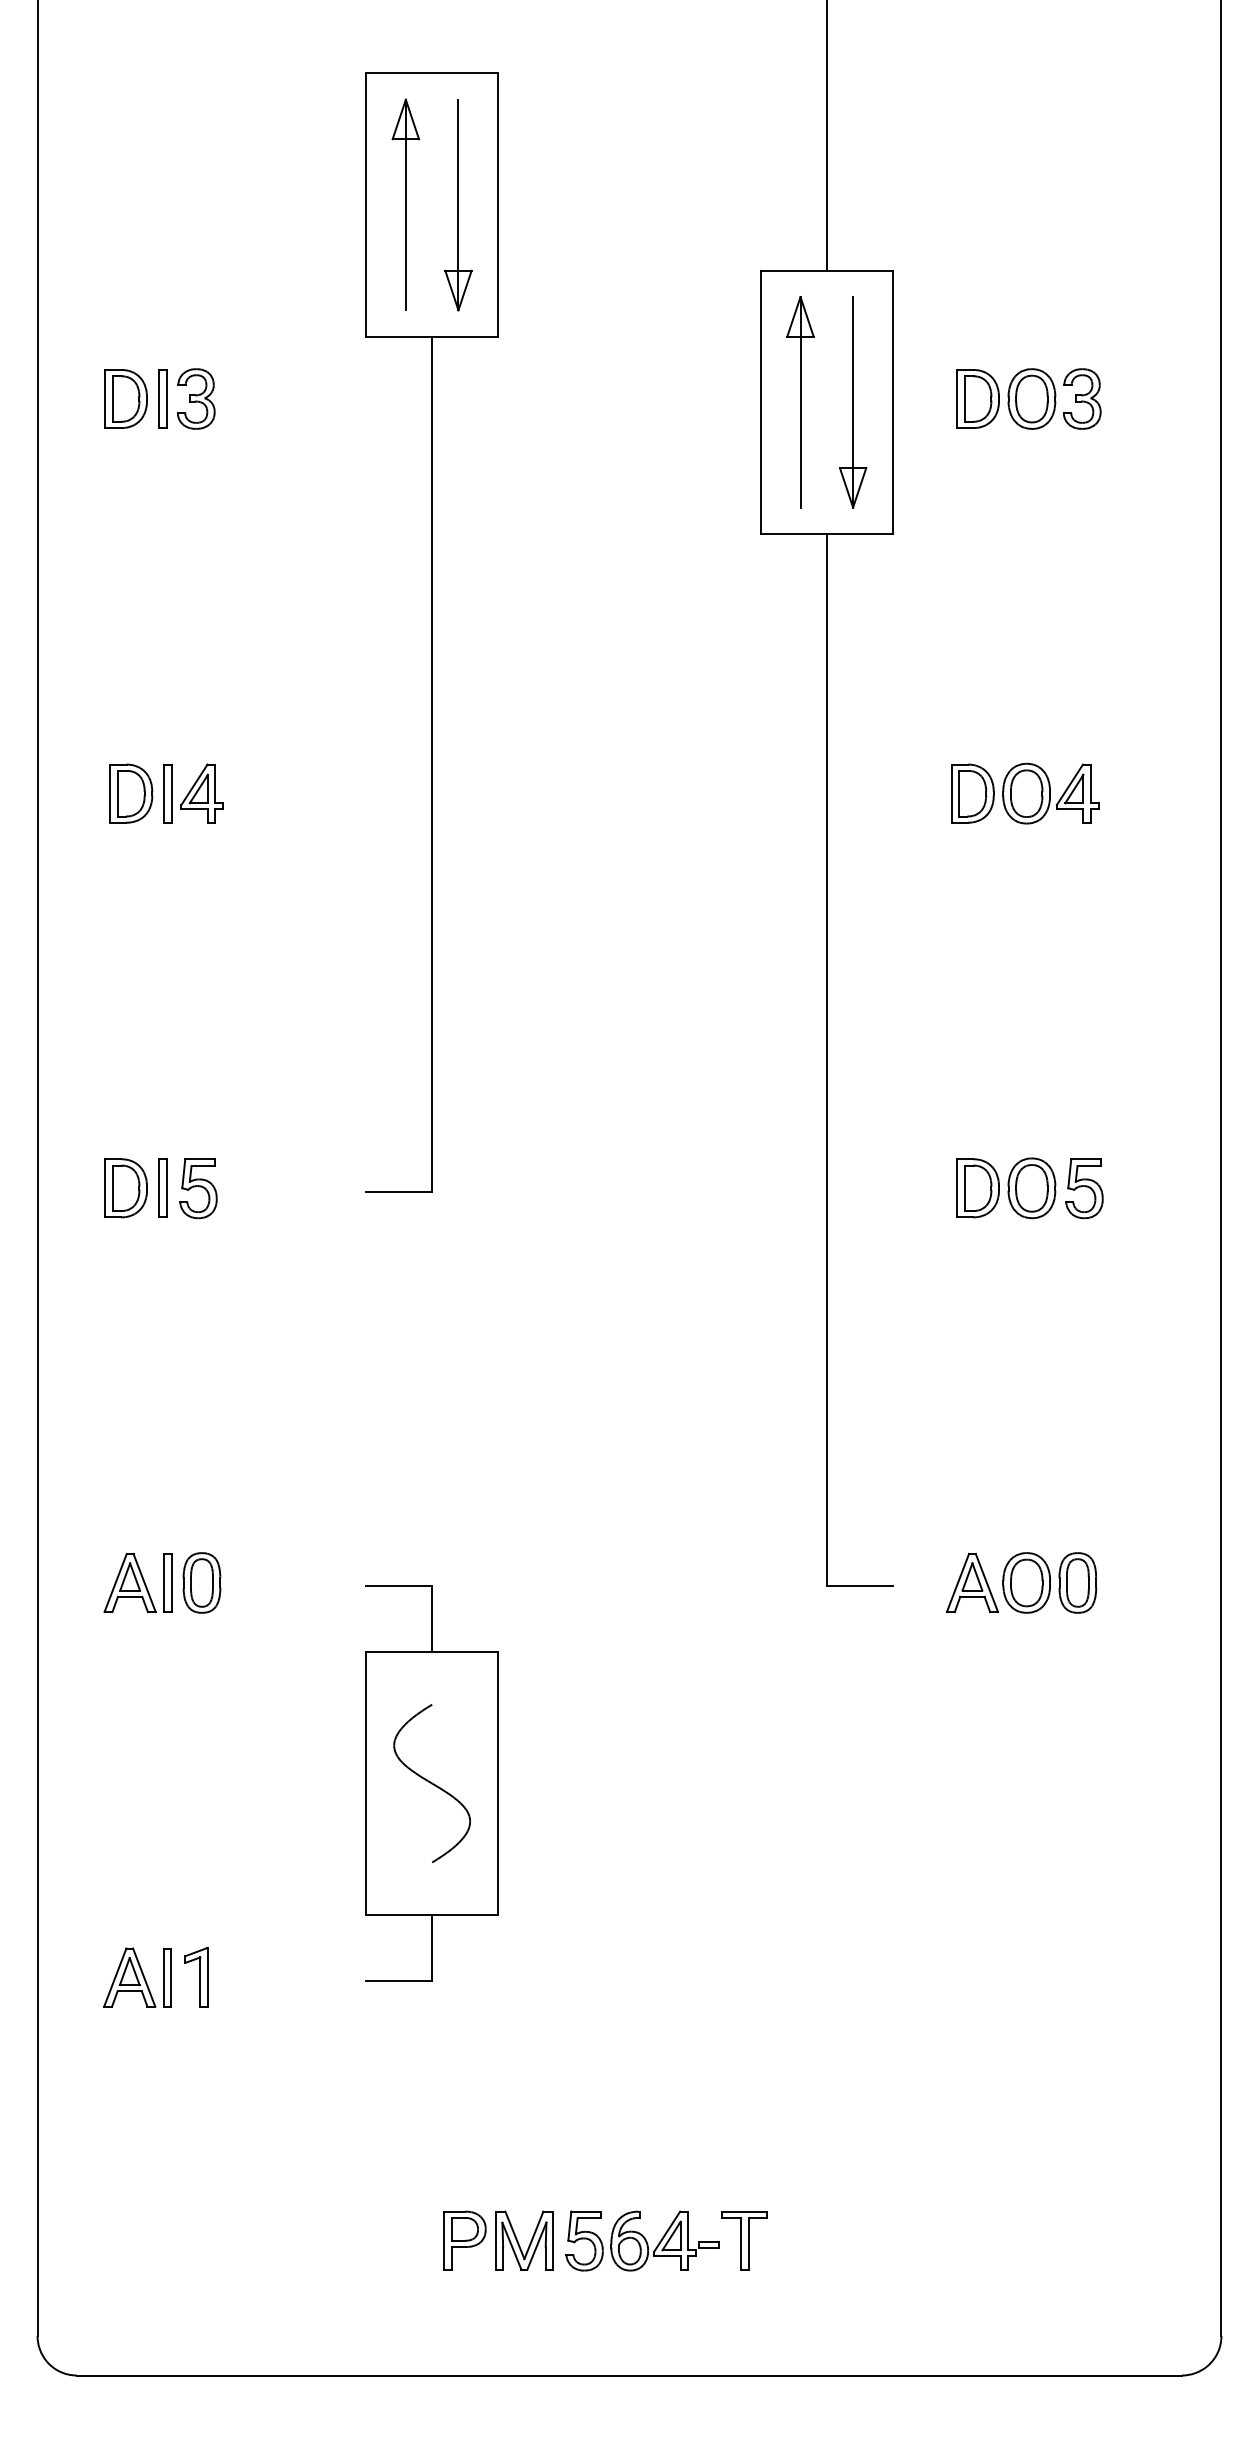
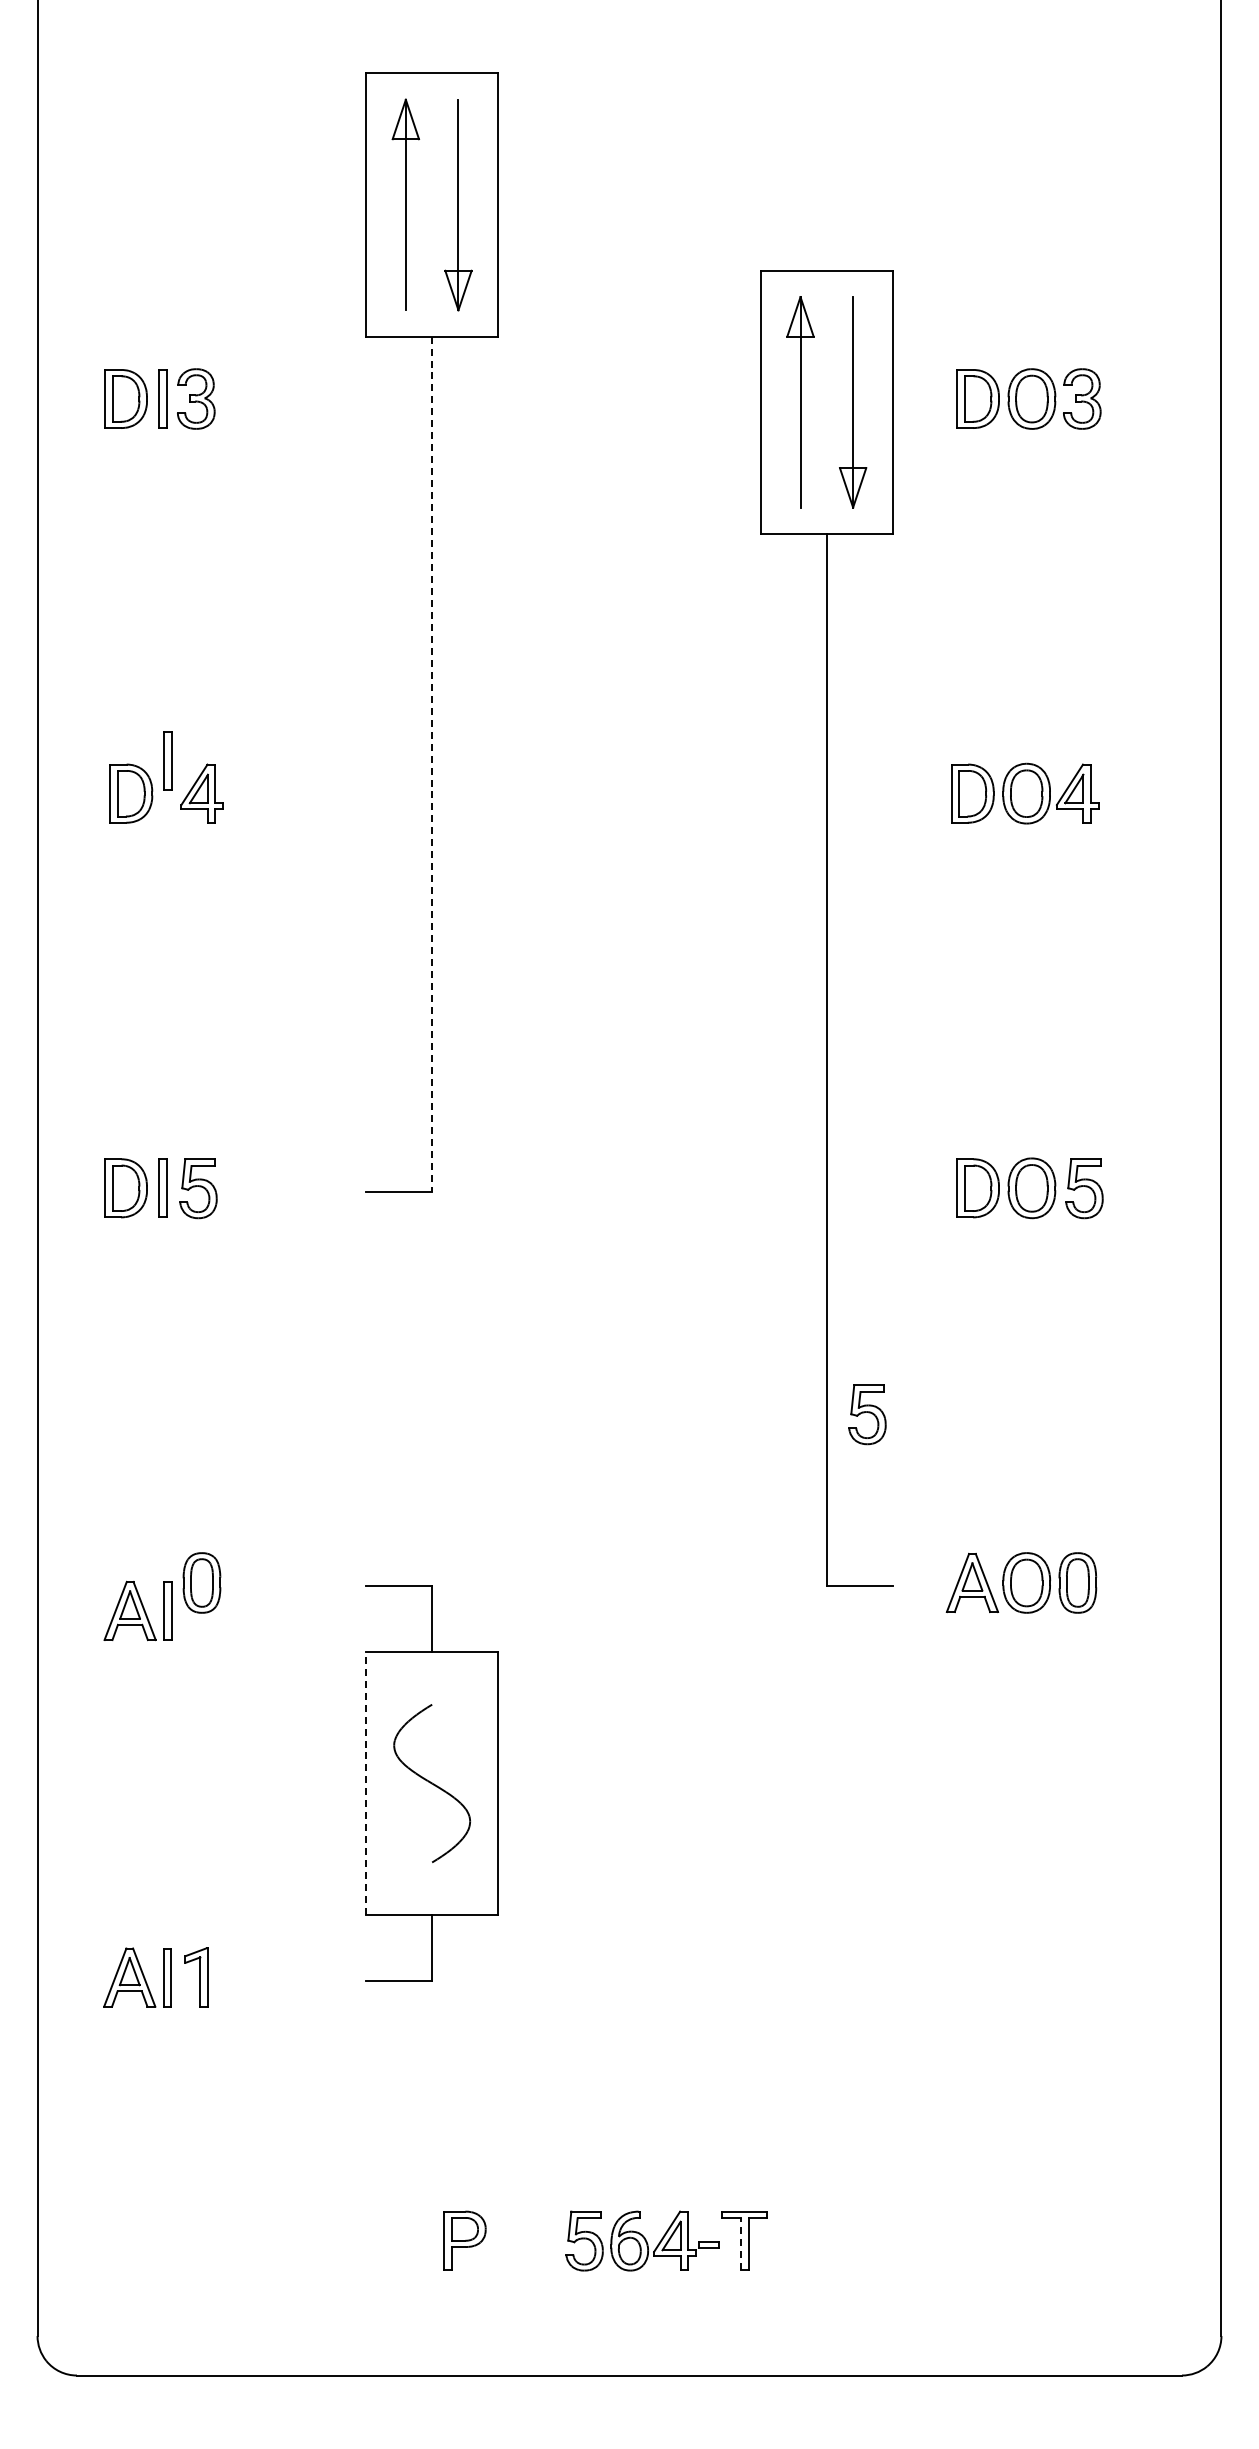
line at (826, 136): present -> none
line at (432, 764): solid -> dashed
part at (167, 793) position: (167, 793) -> (167, 760)
part at (867, 1414): none -> present
part at (137, 1582) position: (137, 1582) -> (137, 1610)
line at (366, 1783): solid -> dashed
part at (524, 2240): present -> none
line at (741, 2243): solid -> dashed
